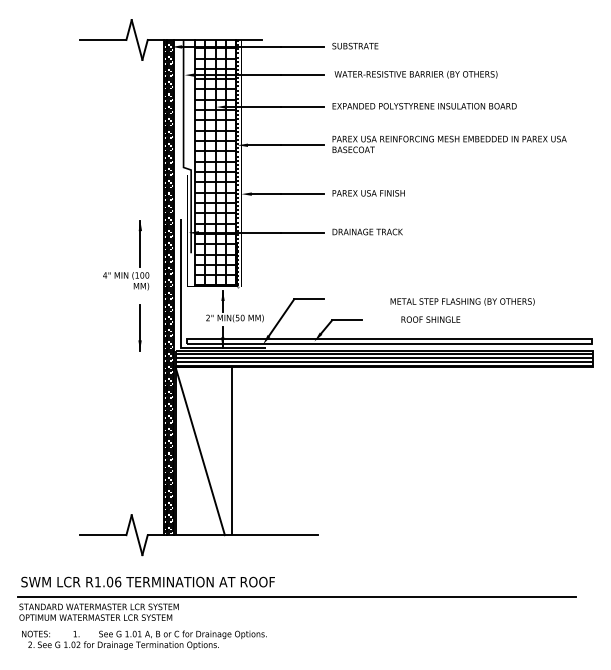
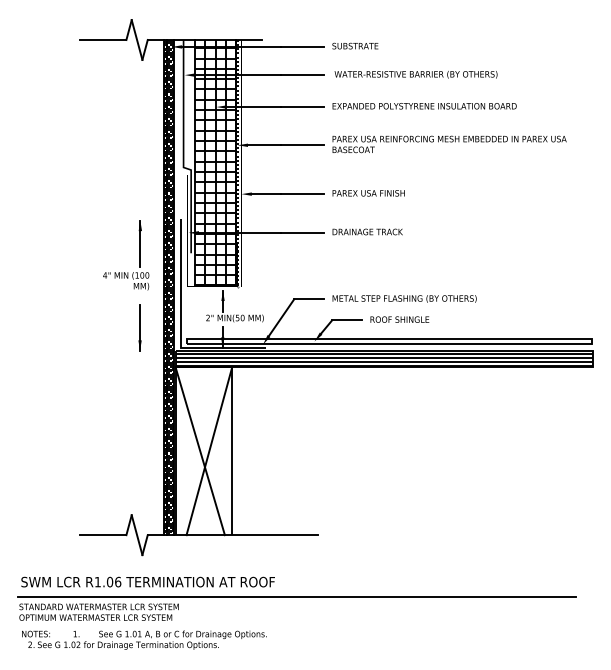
text at (462, 301) position: (462, 301) -> (404, 298)
text at (430, 319) position: (430, 319) -> (399, 319)
line at (209, 451): none -> present
